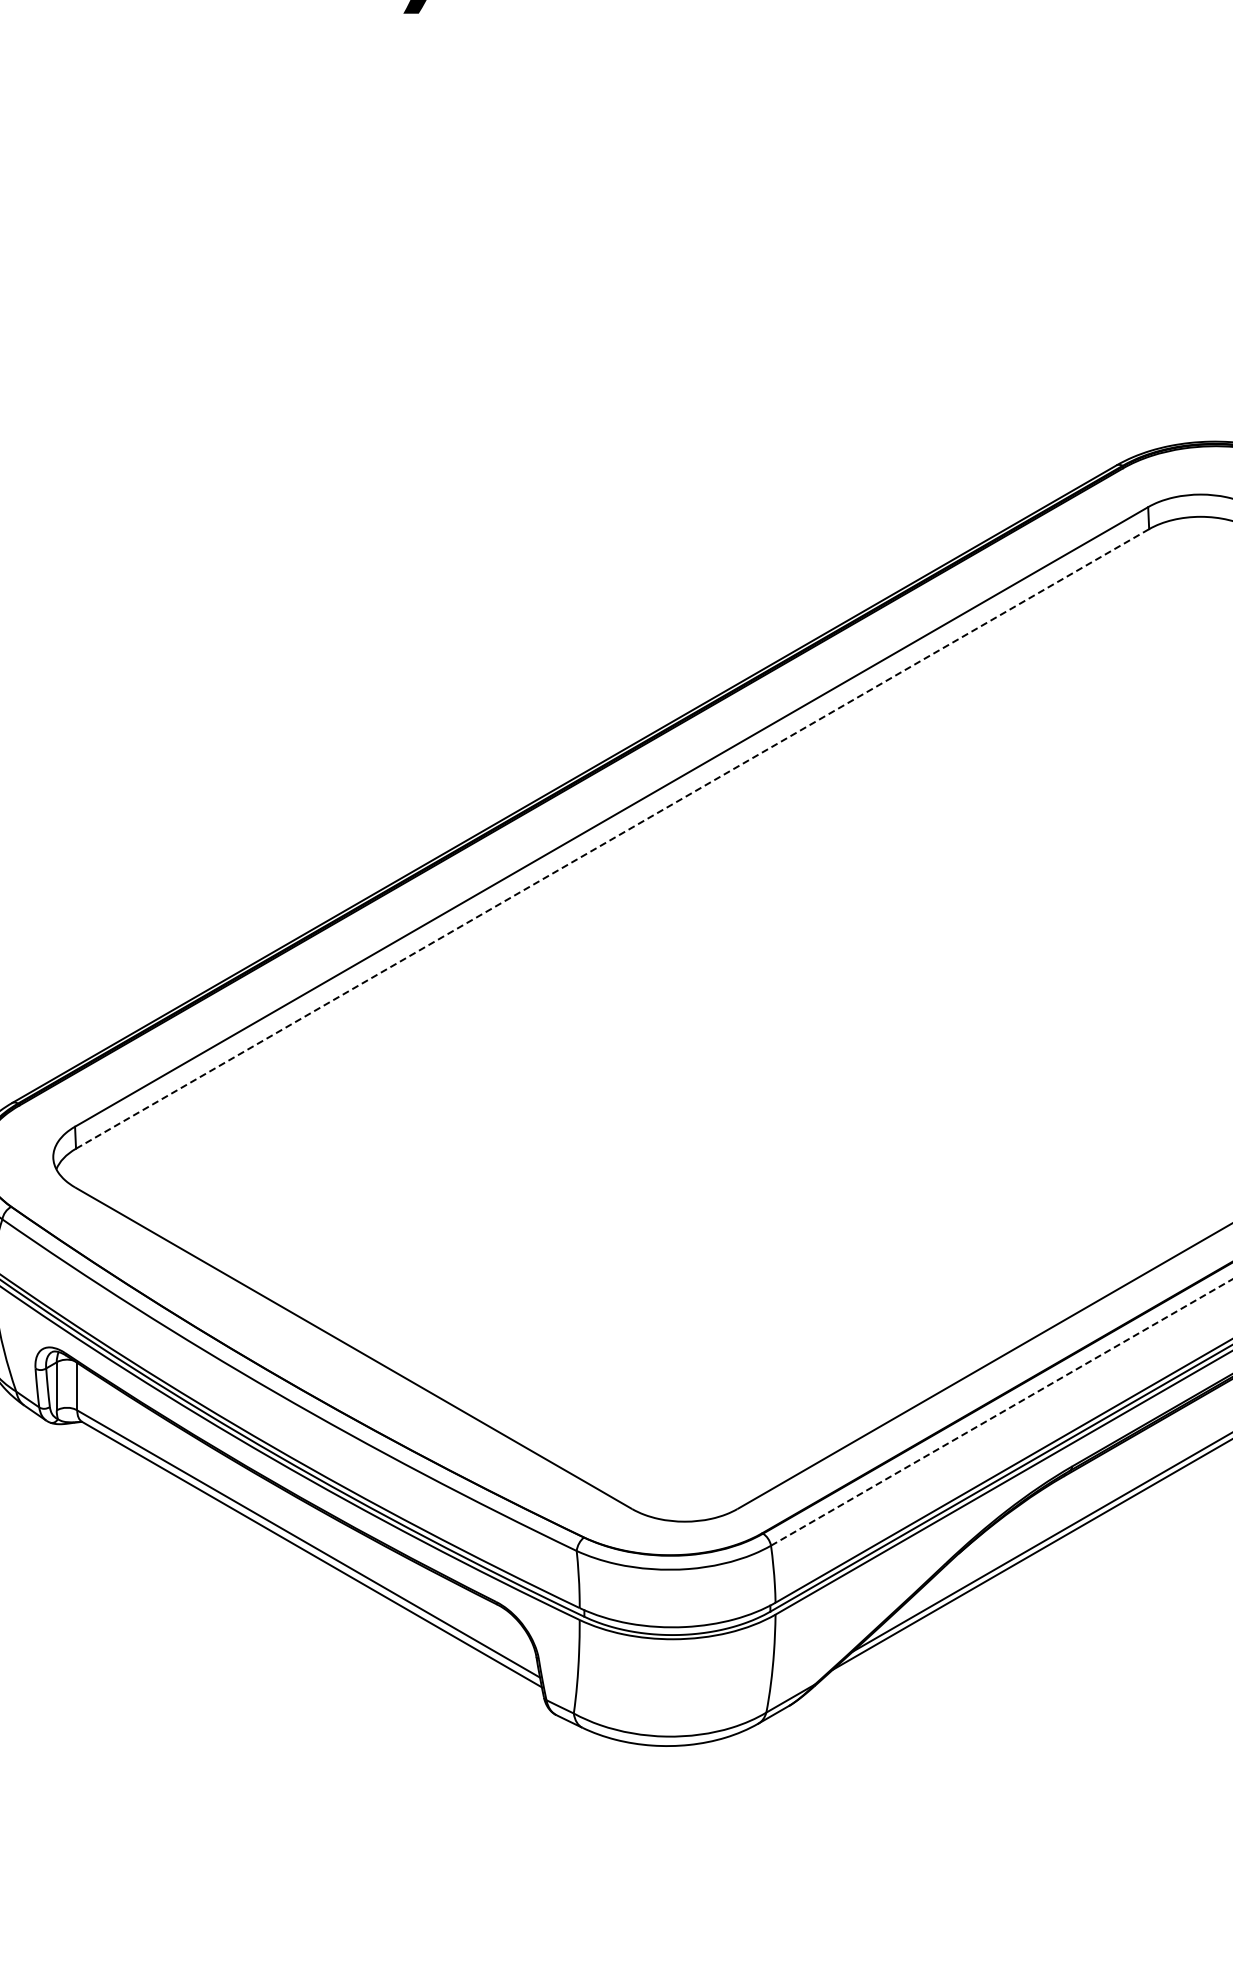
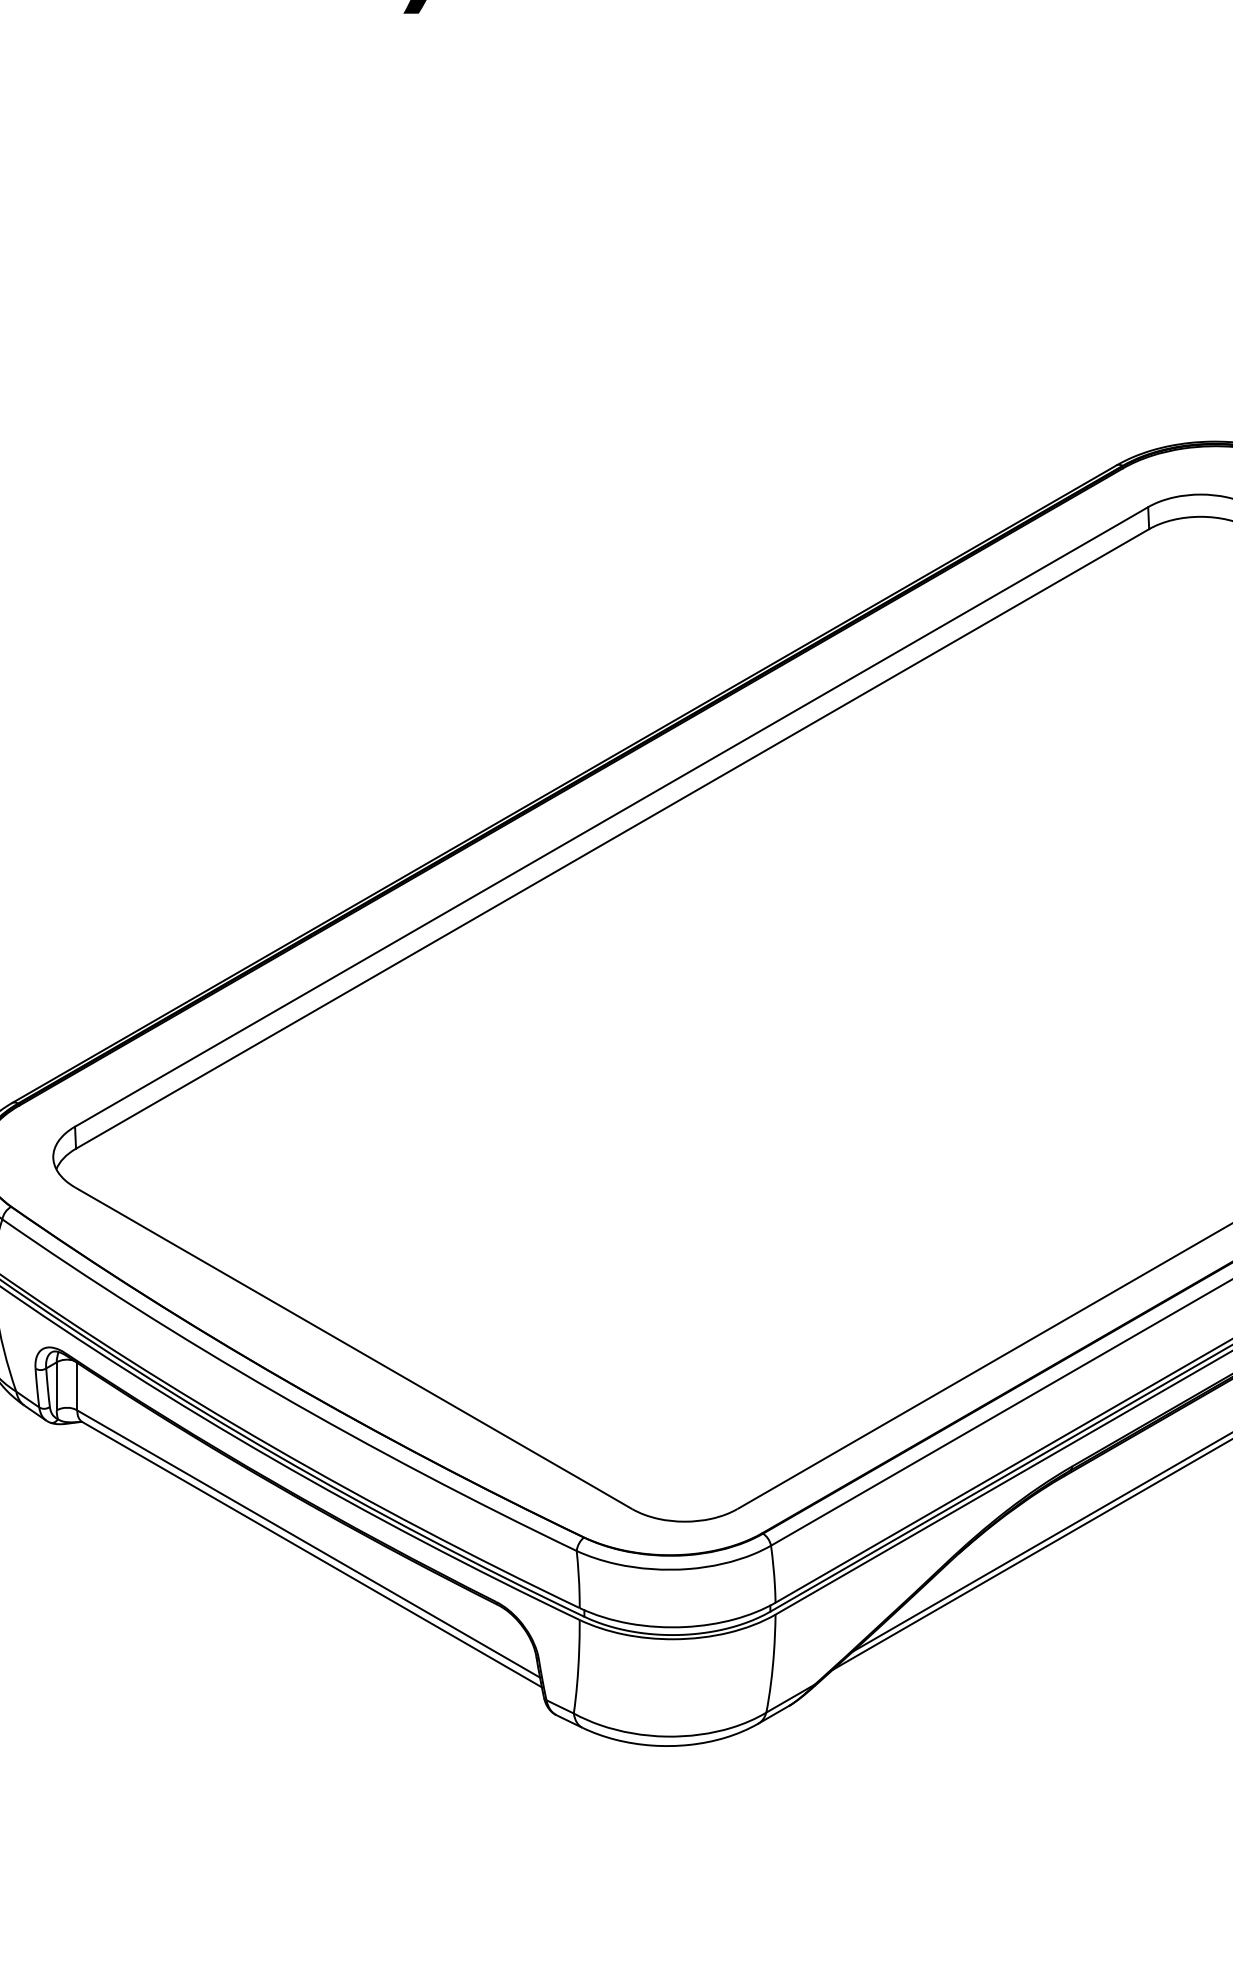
line at (612, 838): dashed -> solid
line at (1002, 1412): dashed -> solid
